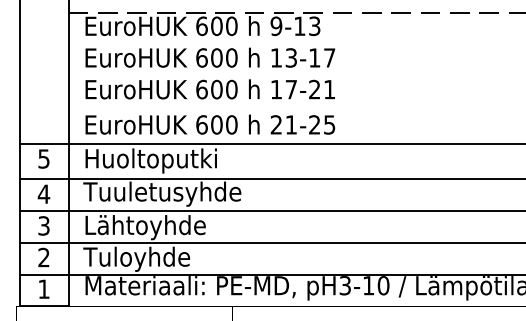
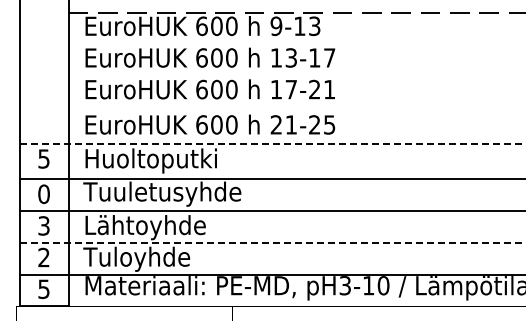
line at (272, 144): solid -> dashed
text at (43, 193): 4 -> 0
line at (272, 242): solid -> dashed
text at (43, 289): 1 -> 5
